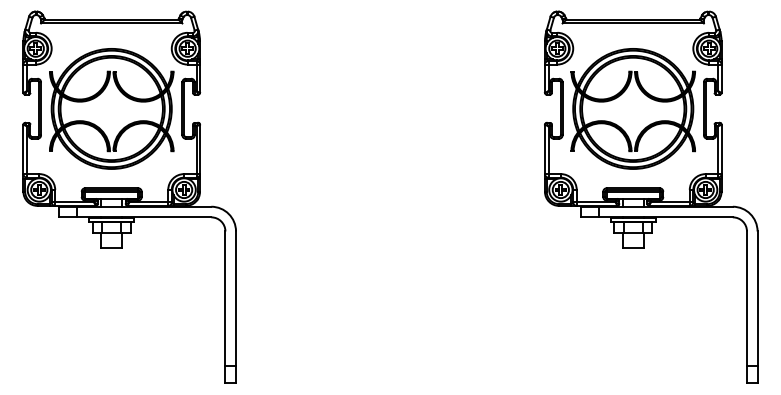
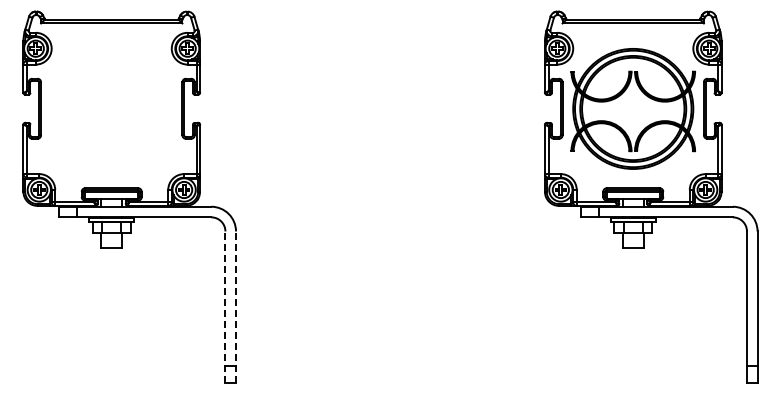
part at (111, 108): present -> none
line at (225, 307): solid -> dashed
line at (236, 307): solid -> dashed
